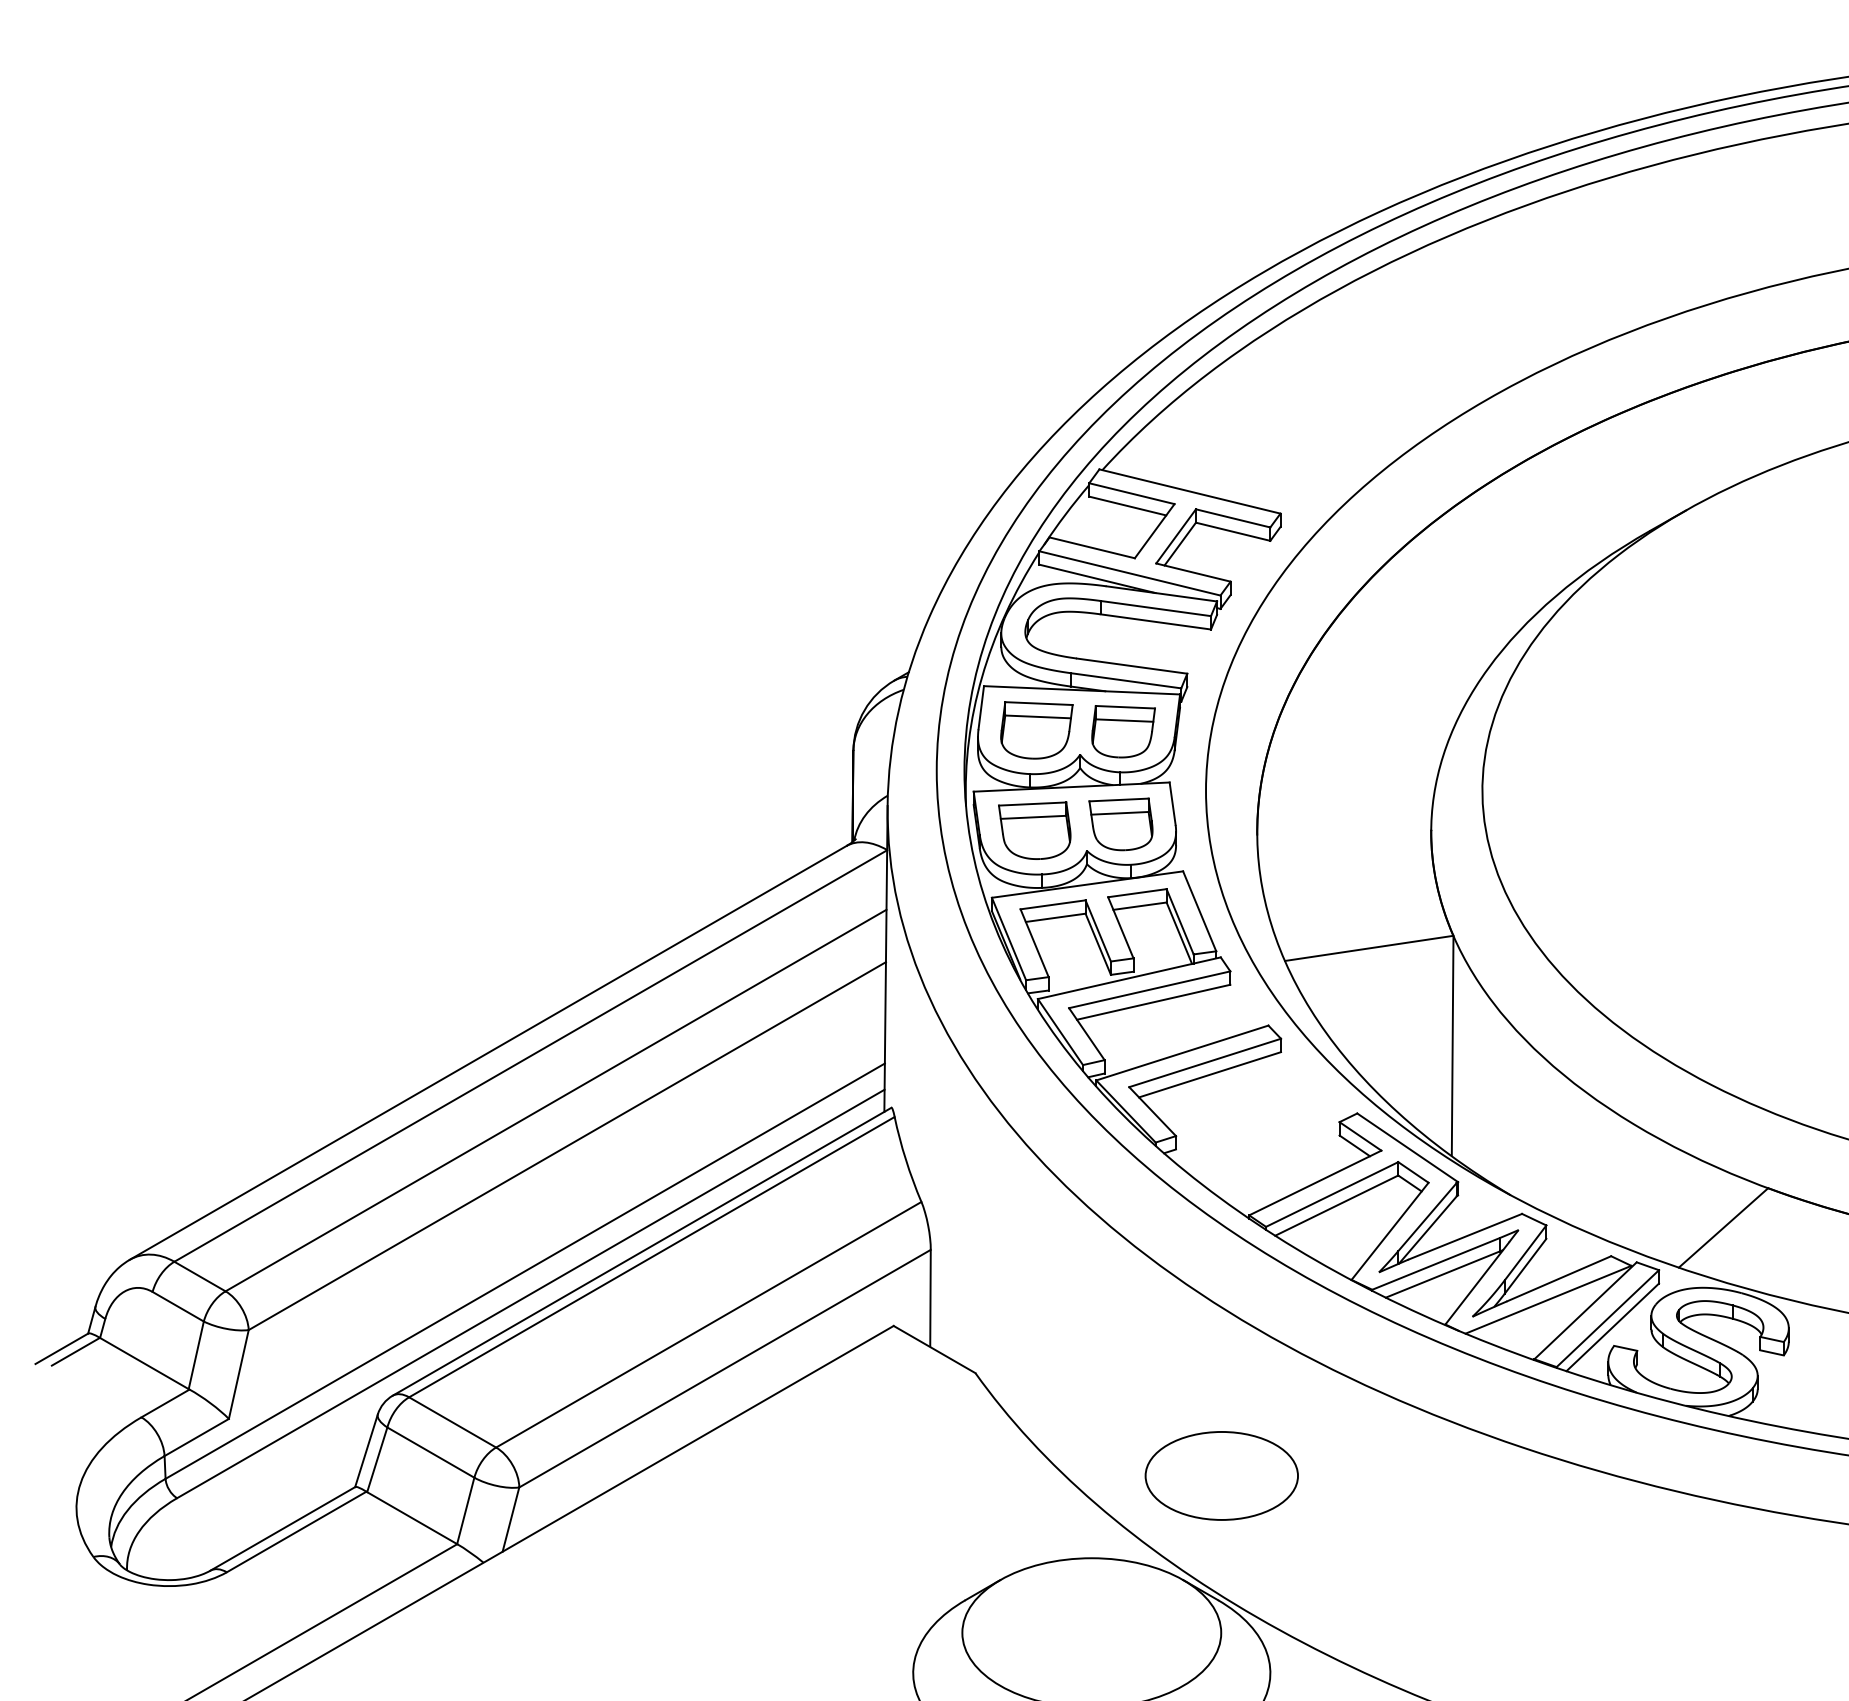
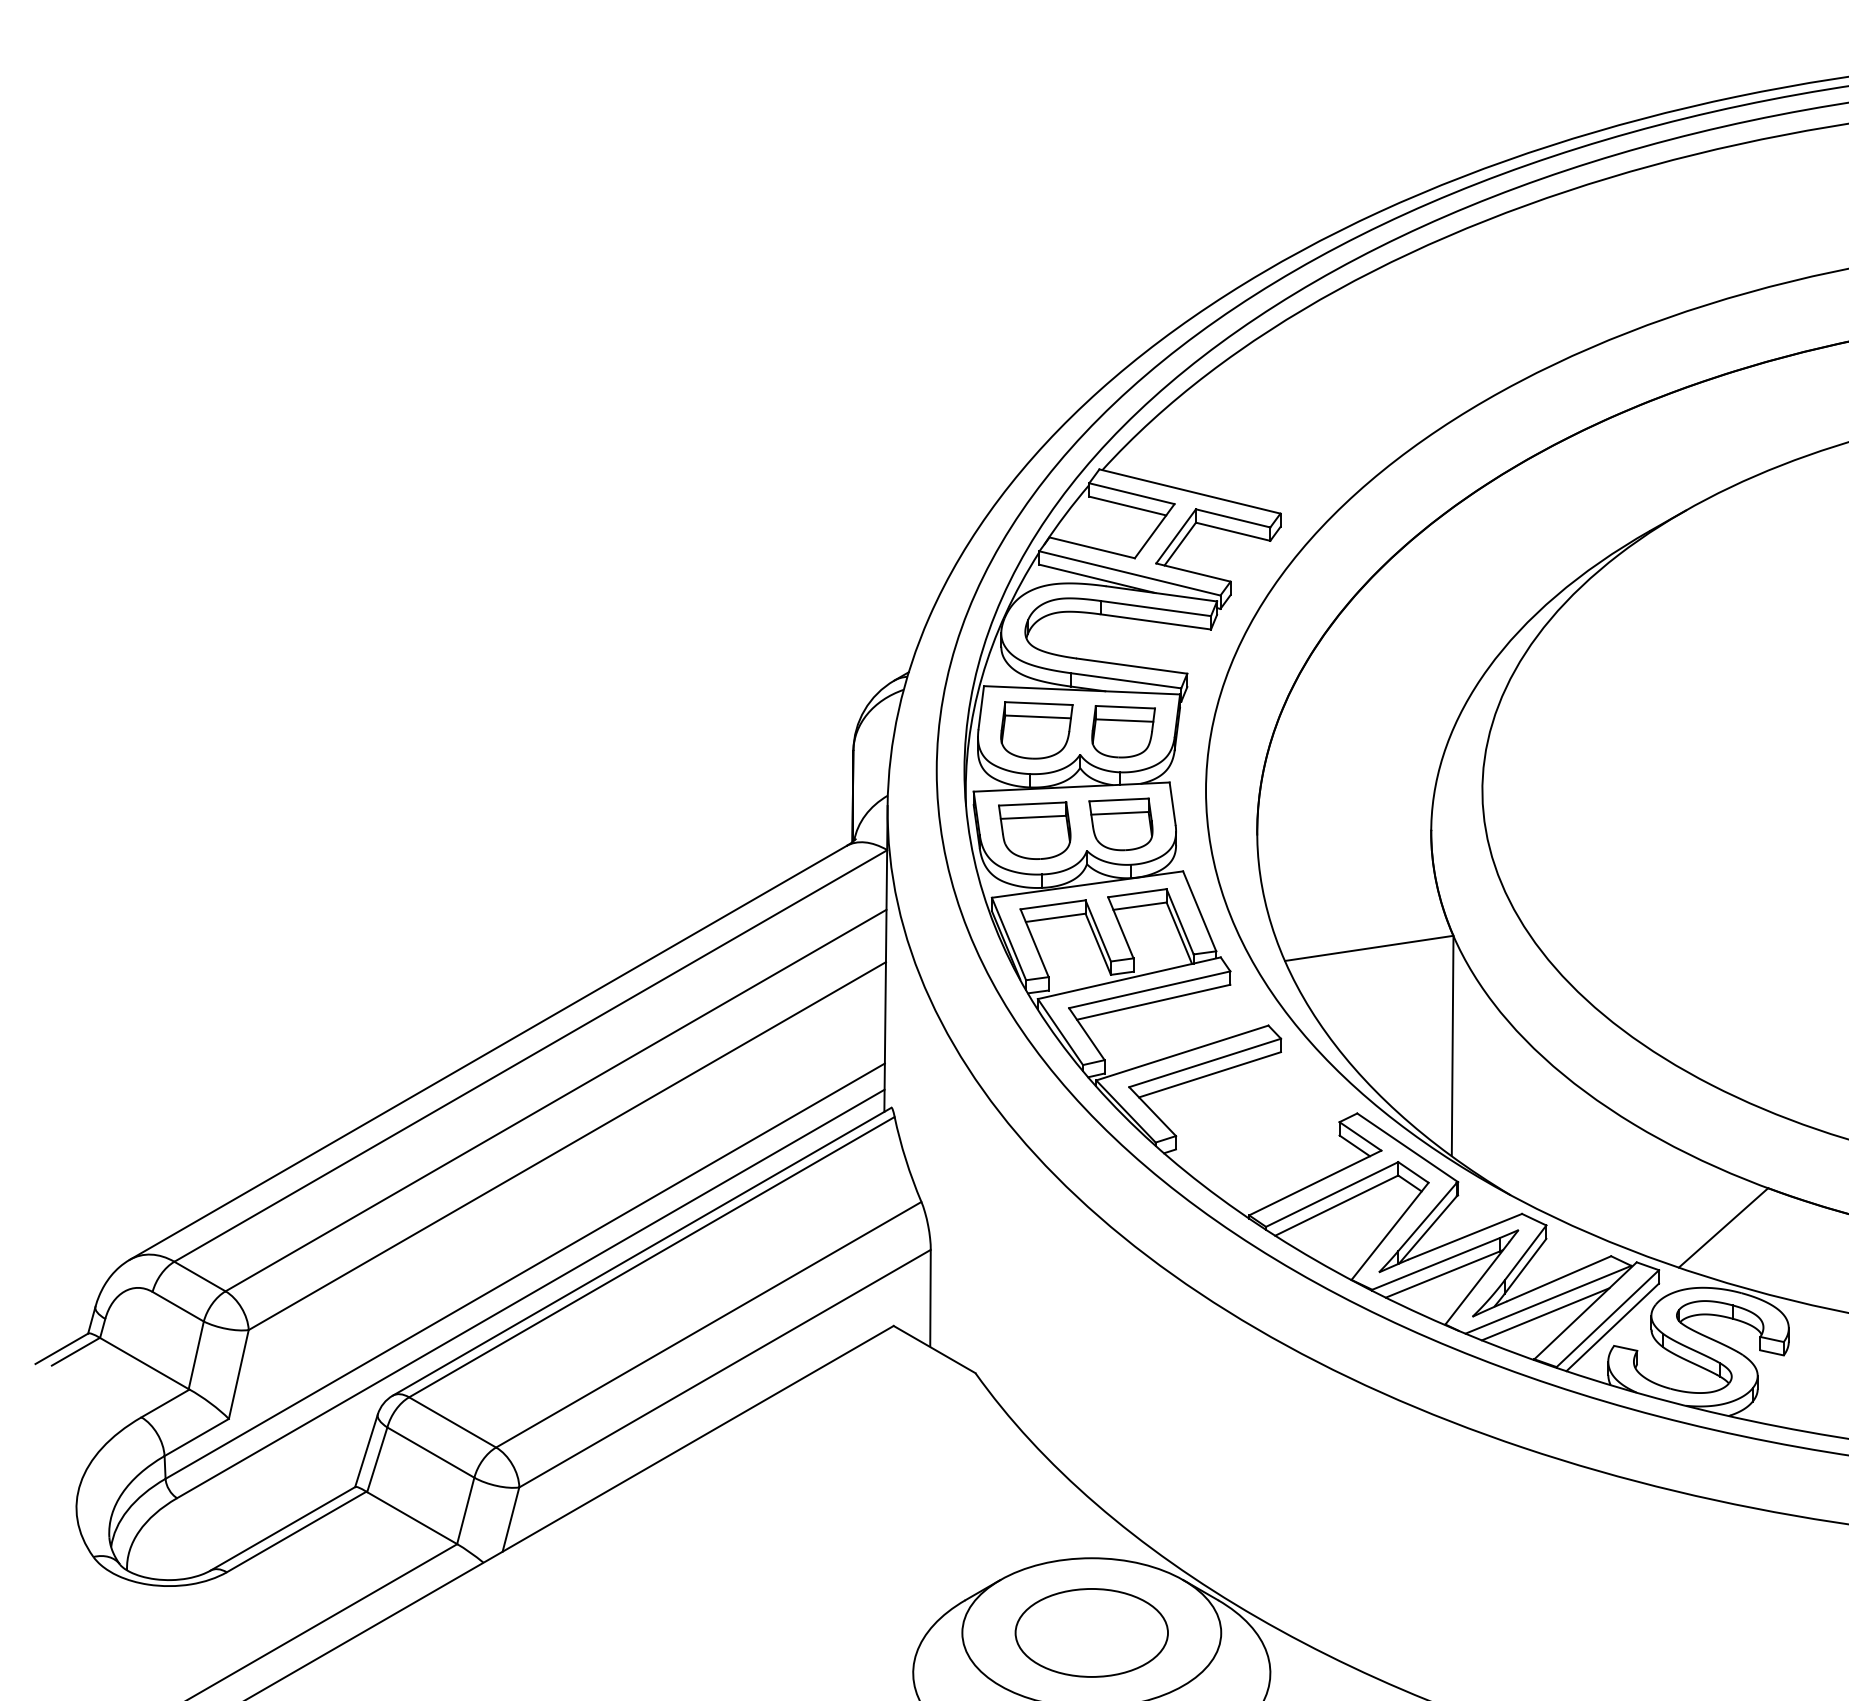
line at (1545, 1314): none -> present
part at (1221, 1475) position: (1221, 1475) -> (1091, 1632)
